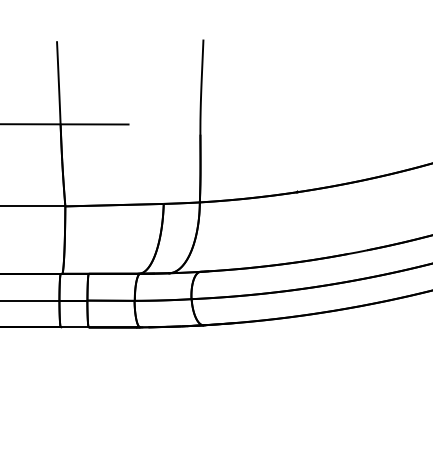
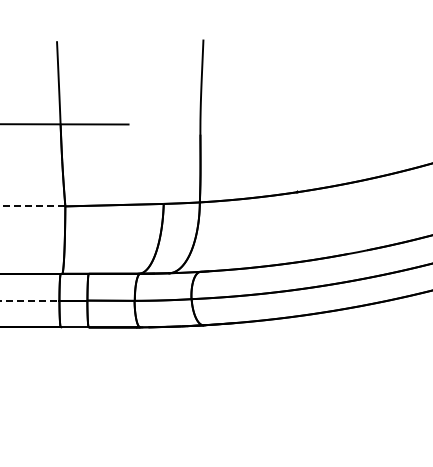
line at (32, 206): solid -> dashed
line at (30, 300): solid -> dashed
